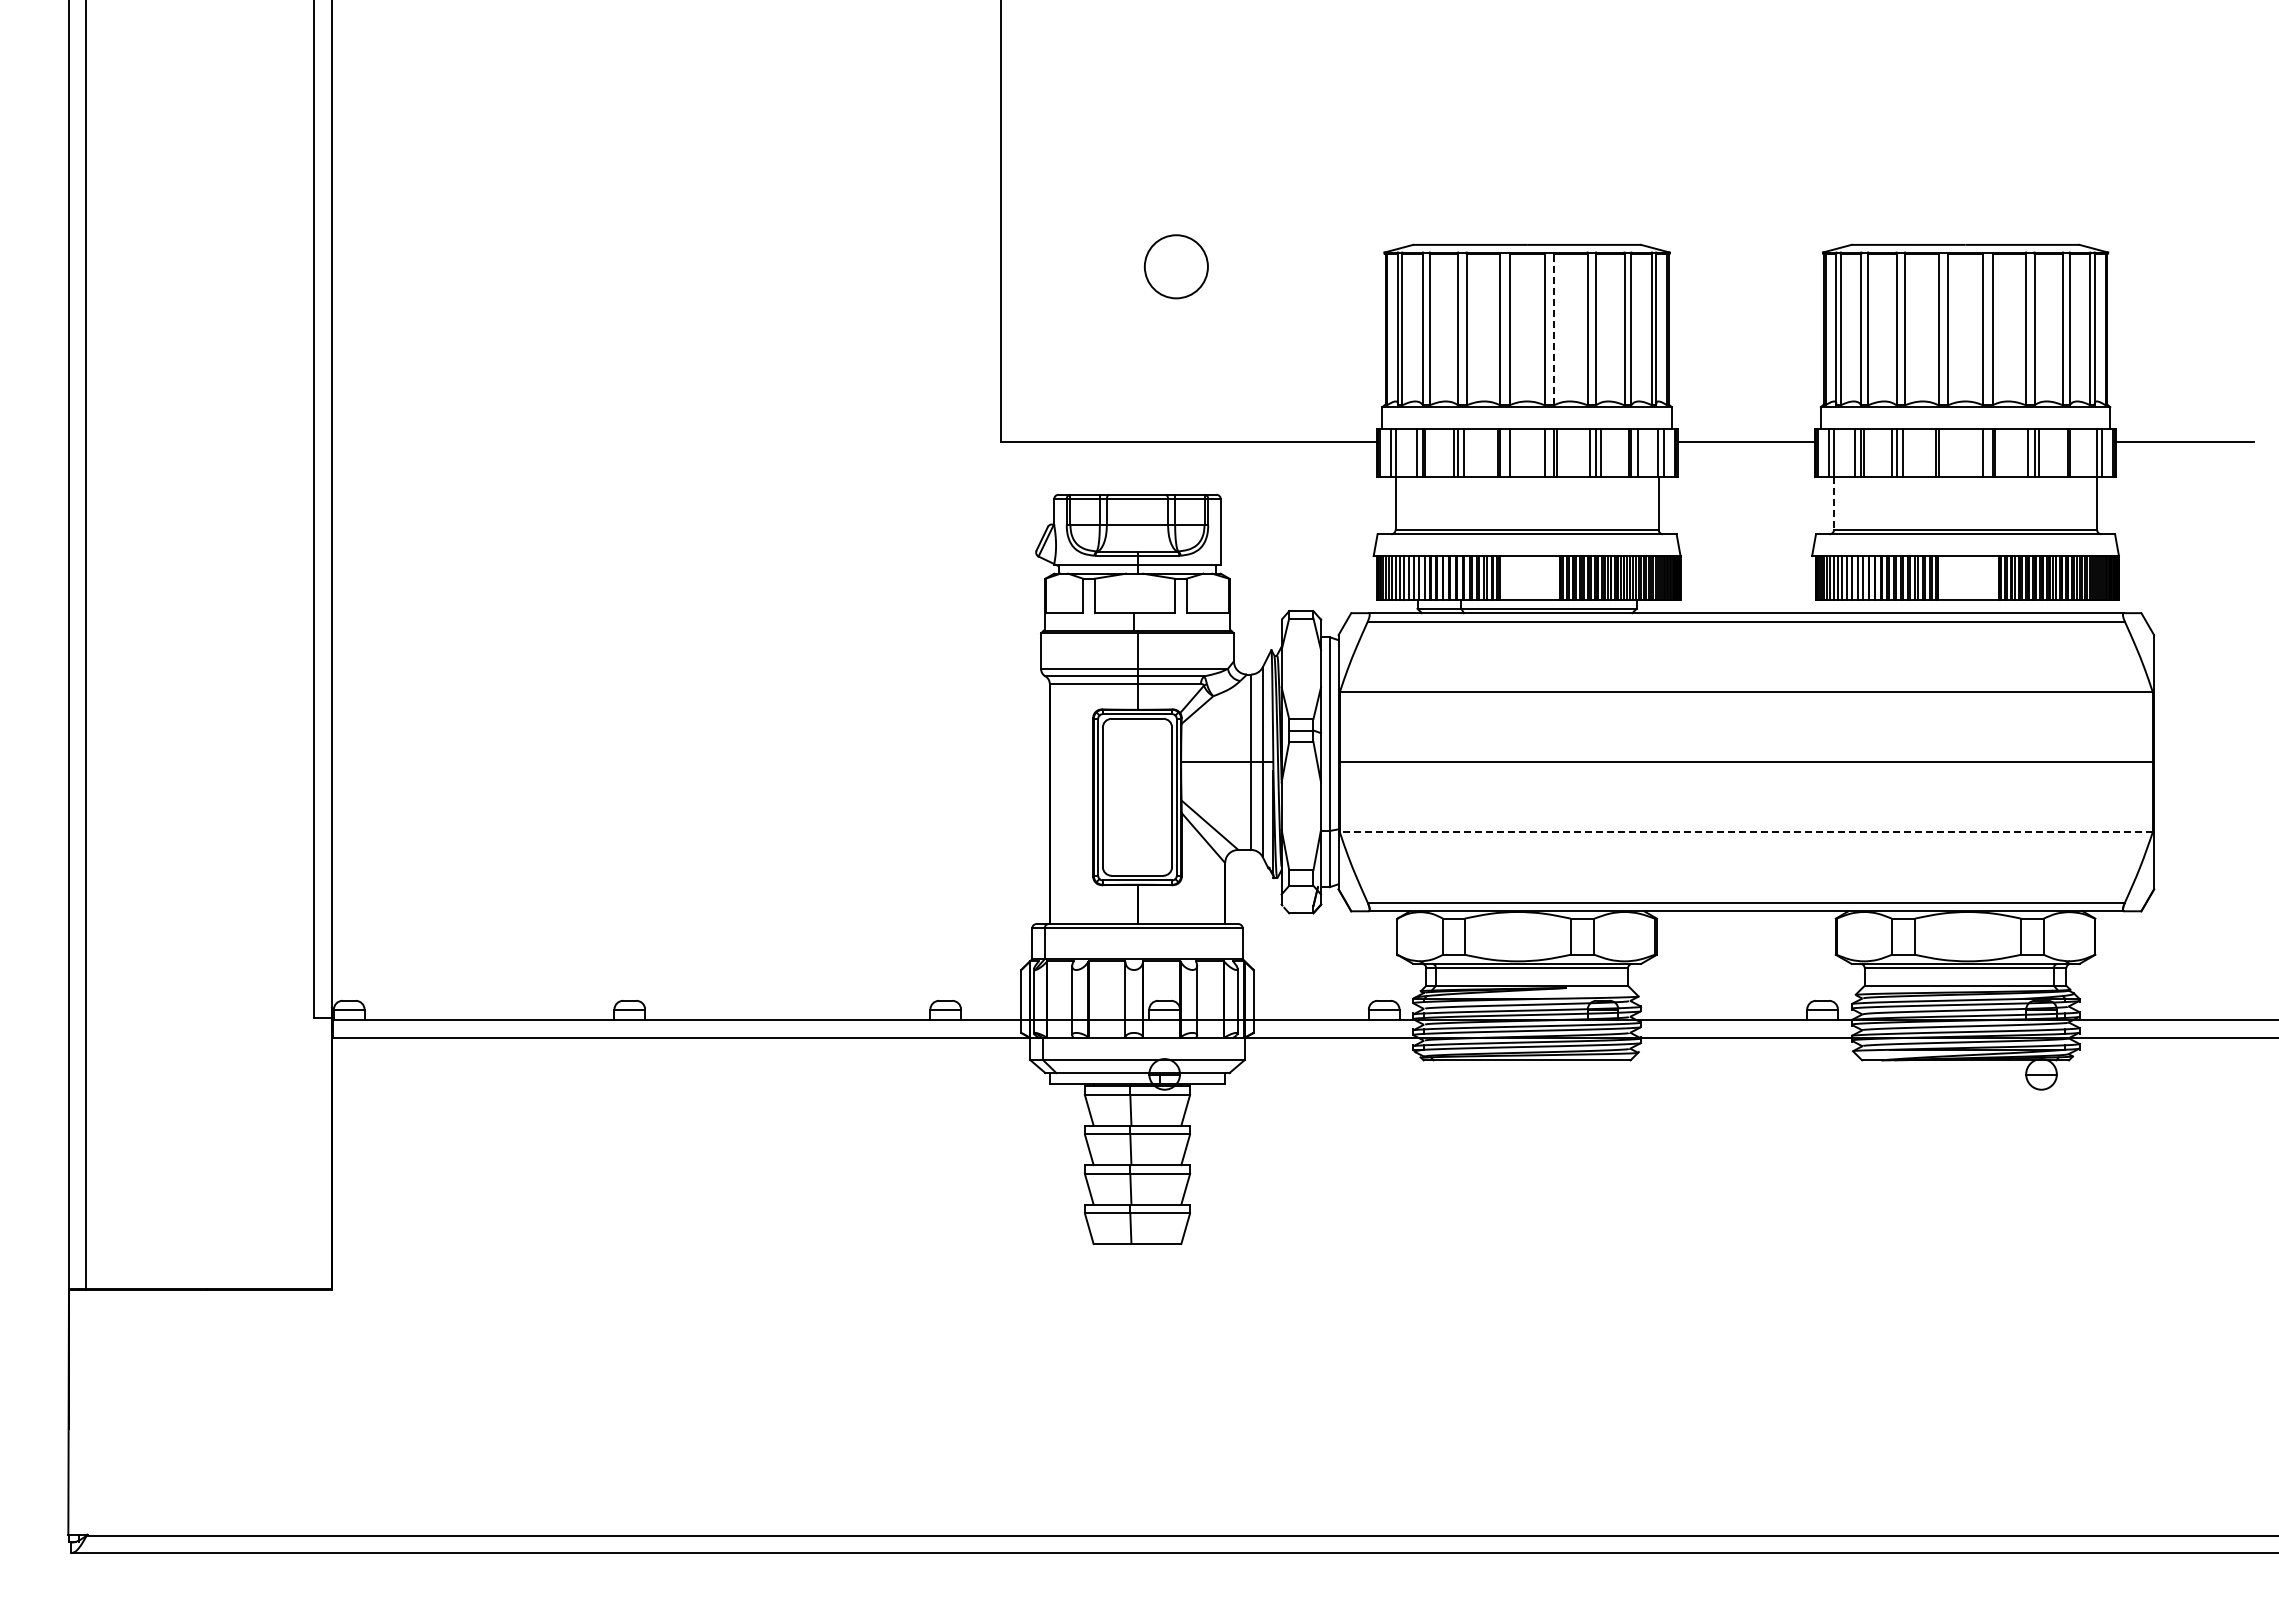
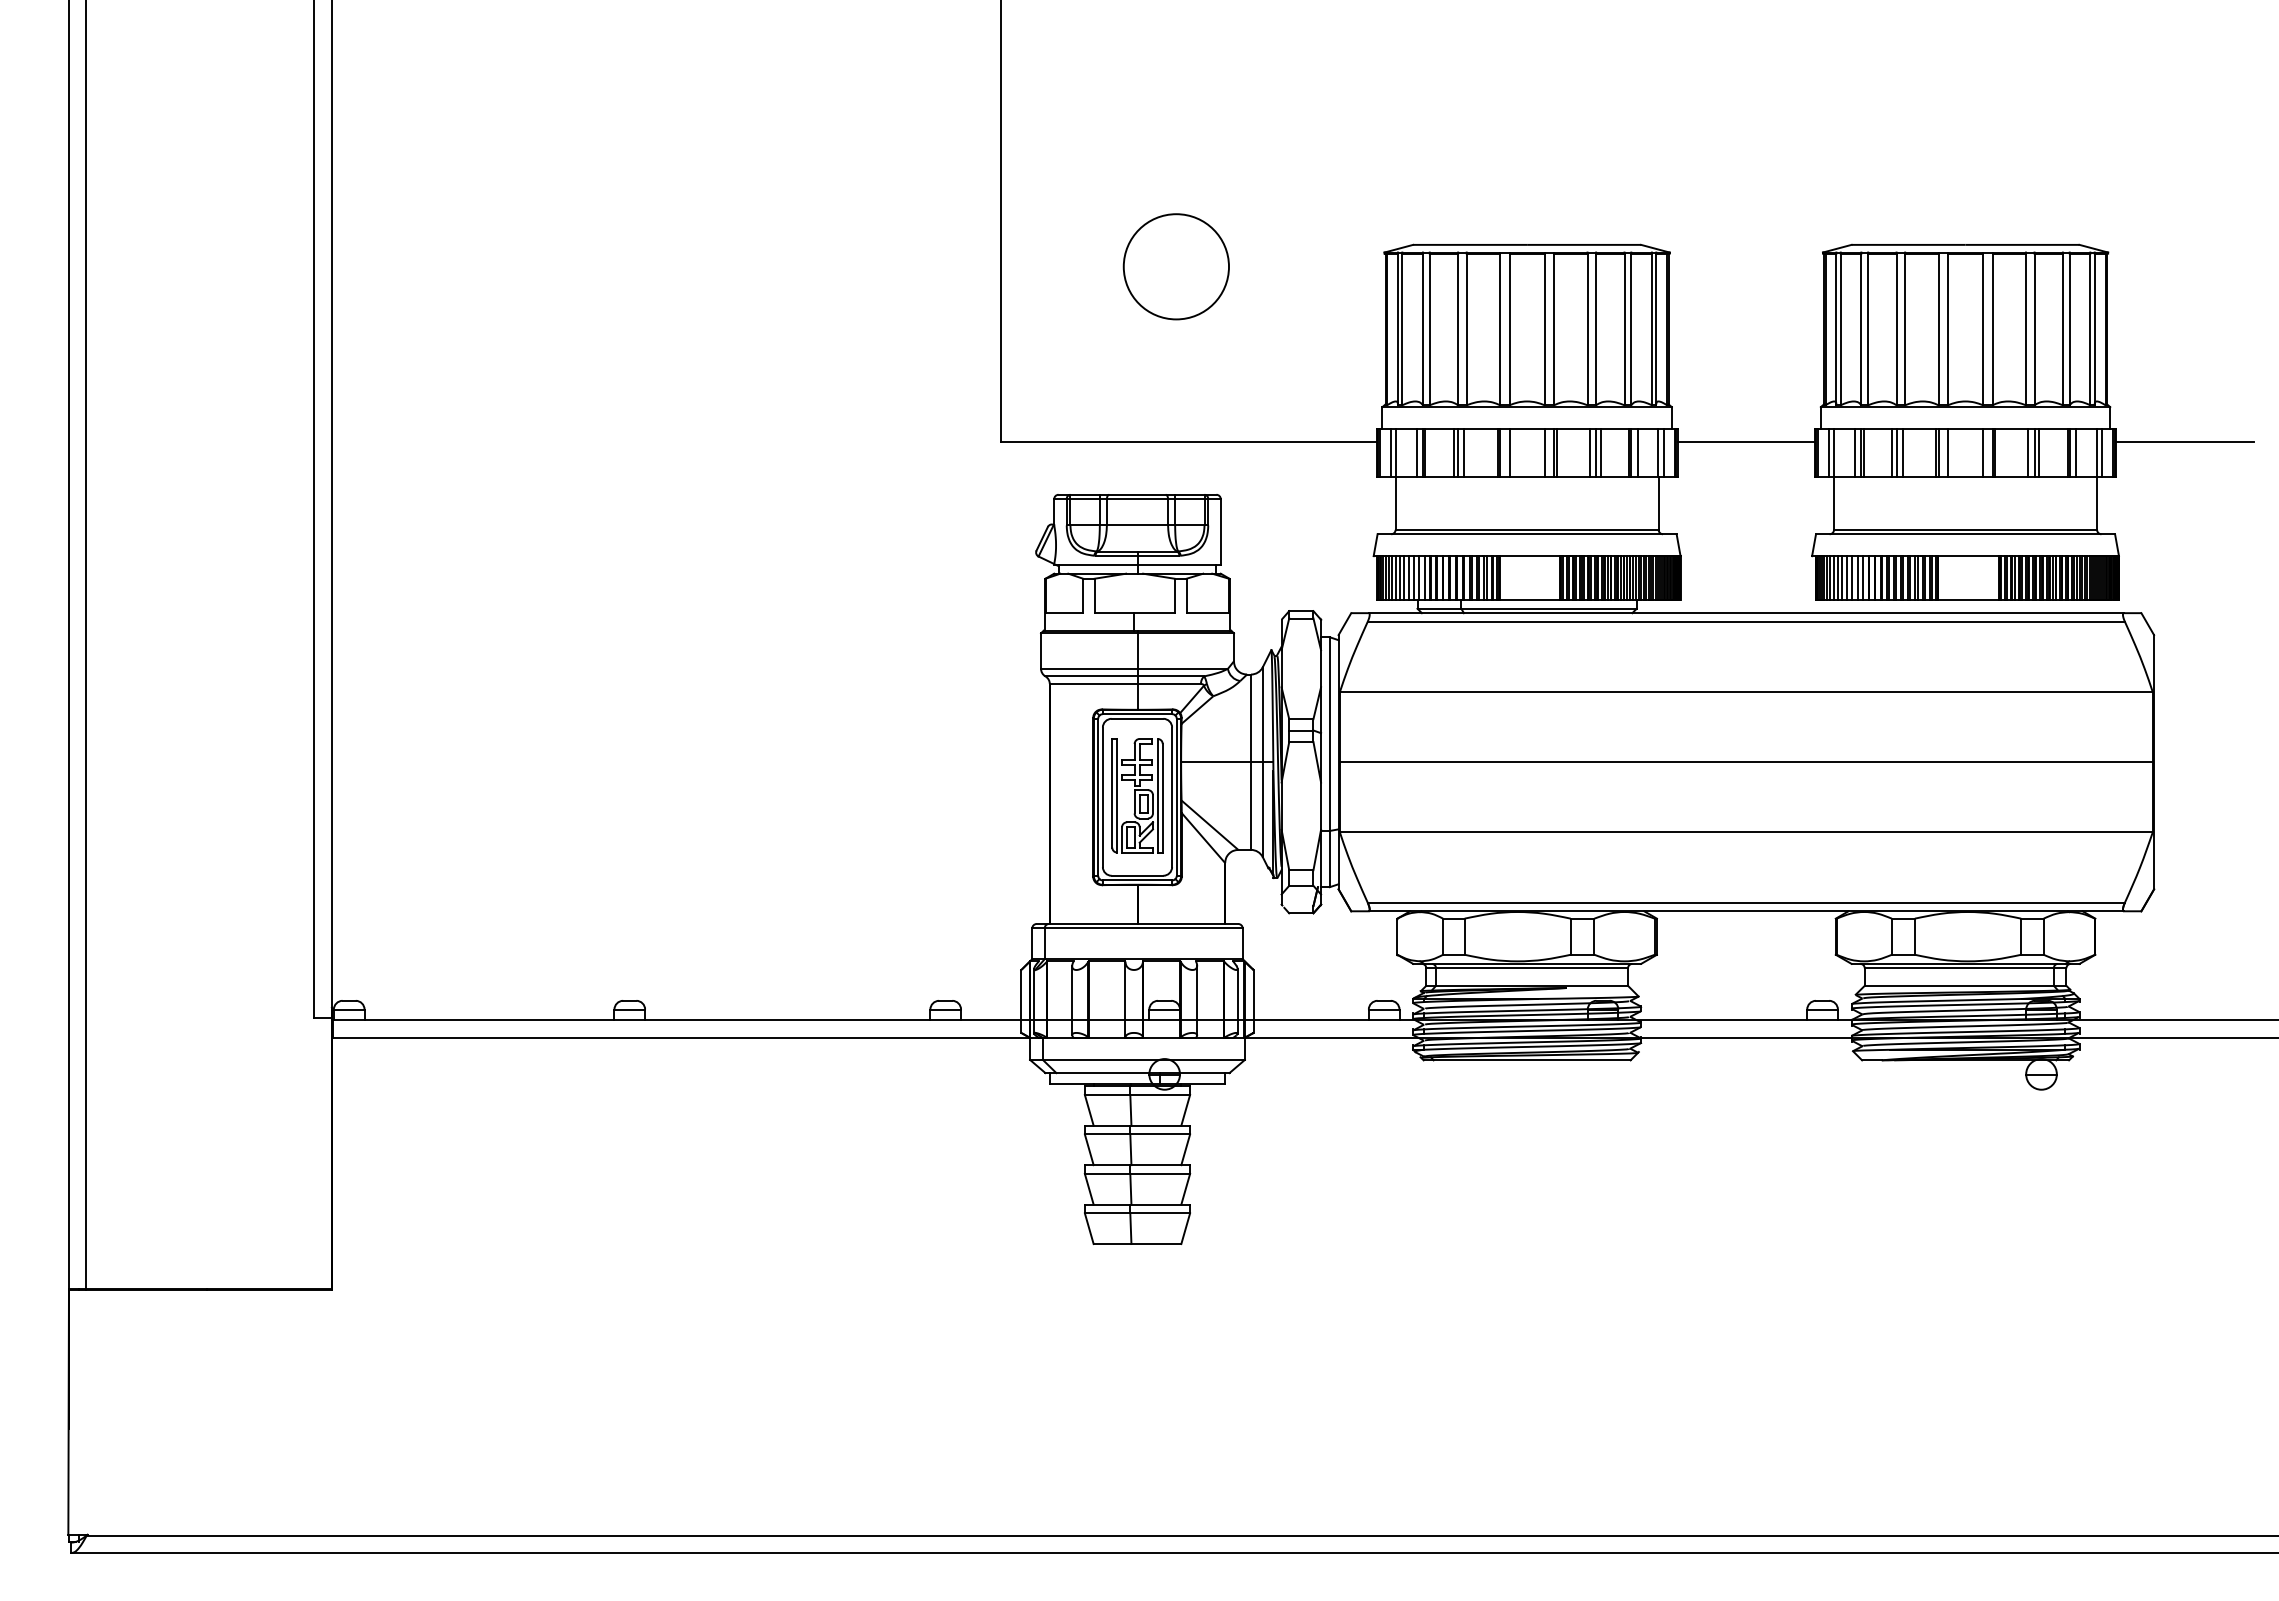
circle at (1175, 266) diameter: 63 px -> 105 px
line at (1554, 329): dashed -> solid
line at (1948, 453): none -> present
line at (2076, 453): none -> present
line at (1834, 504): dashed -> solid
part at (1137, 795): none -> present
line at (1745, 832): dashed -> solid
